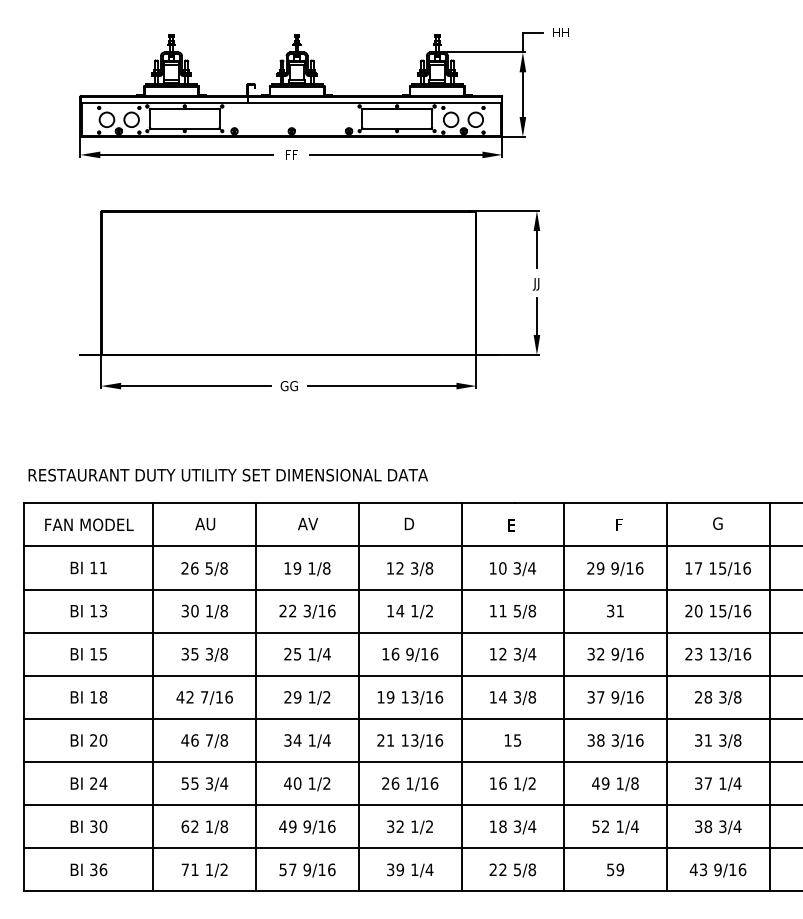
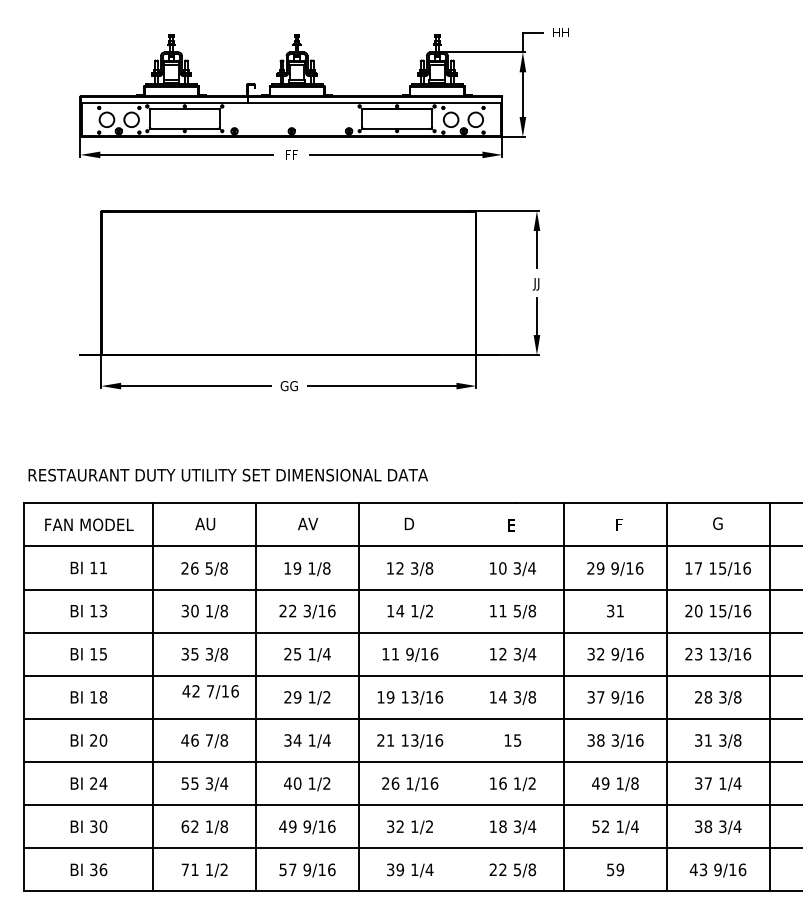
text at (395, 653): 16 -> 11
text at (204, 697) position: (204, 697) -> (210, 691)
line at (461, 697): present -> none
